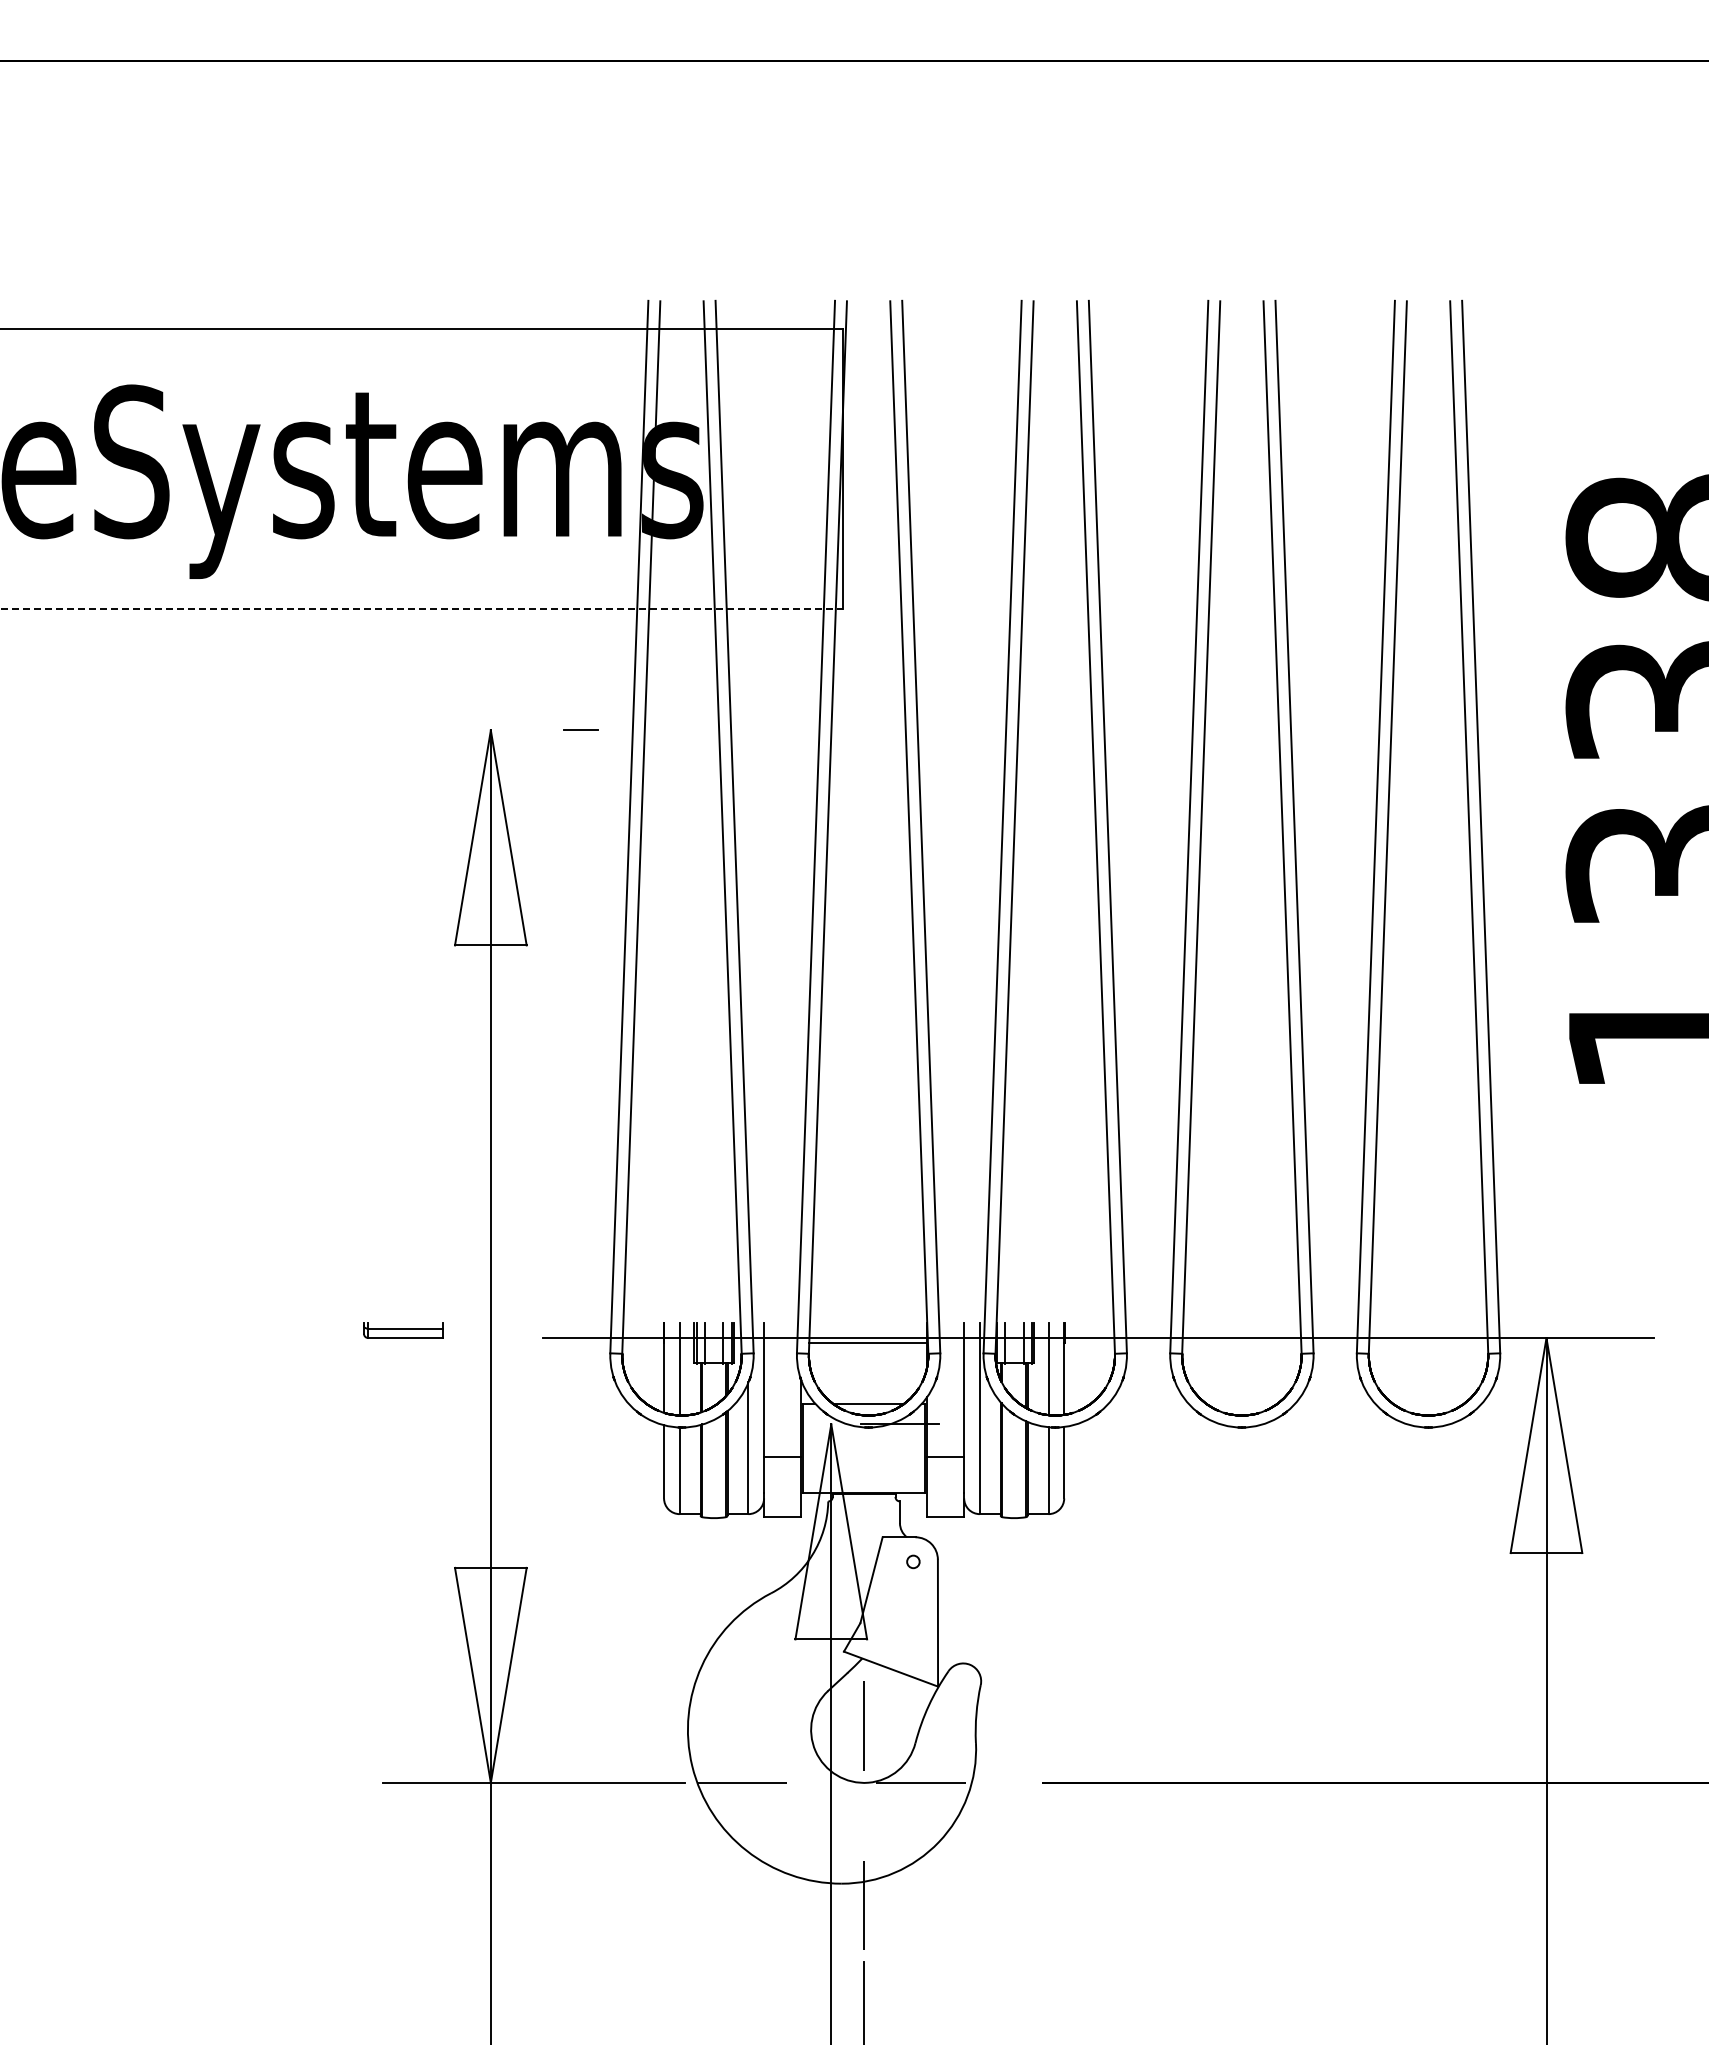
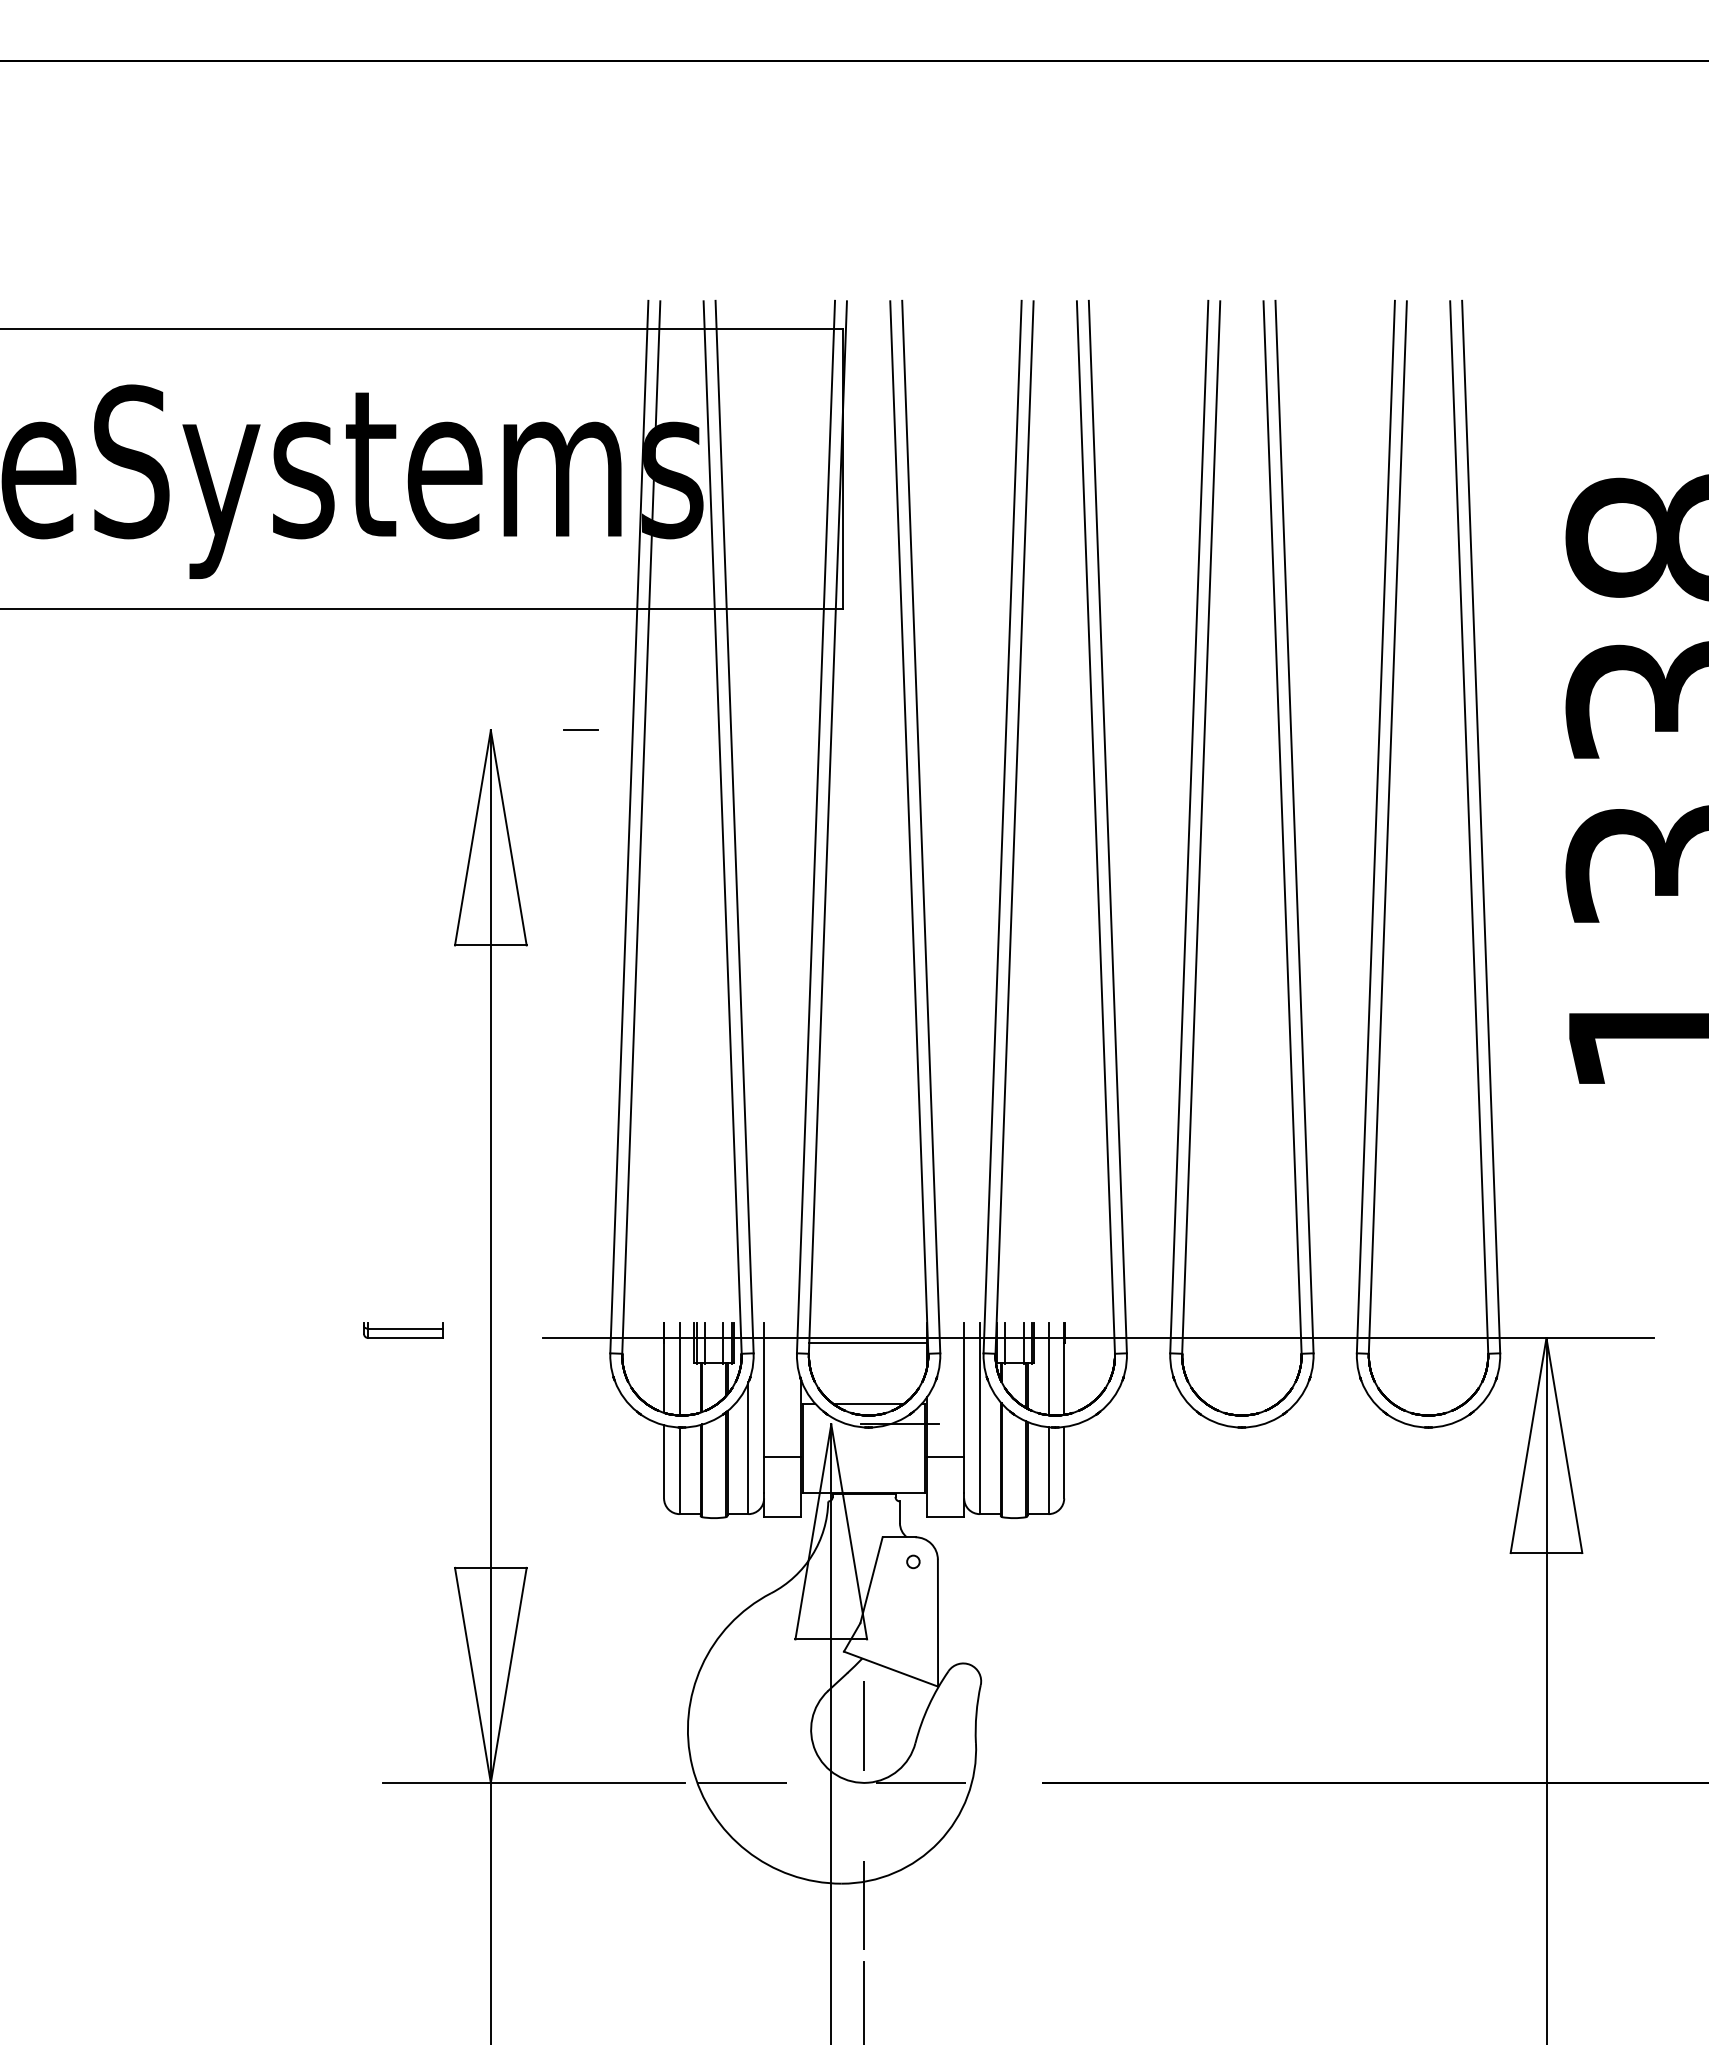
line at (422, 608): dashed -> solid
